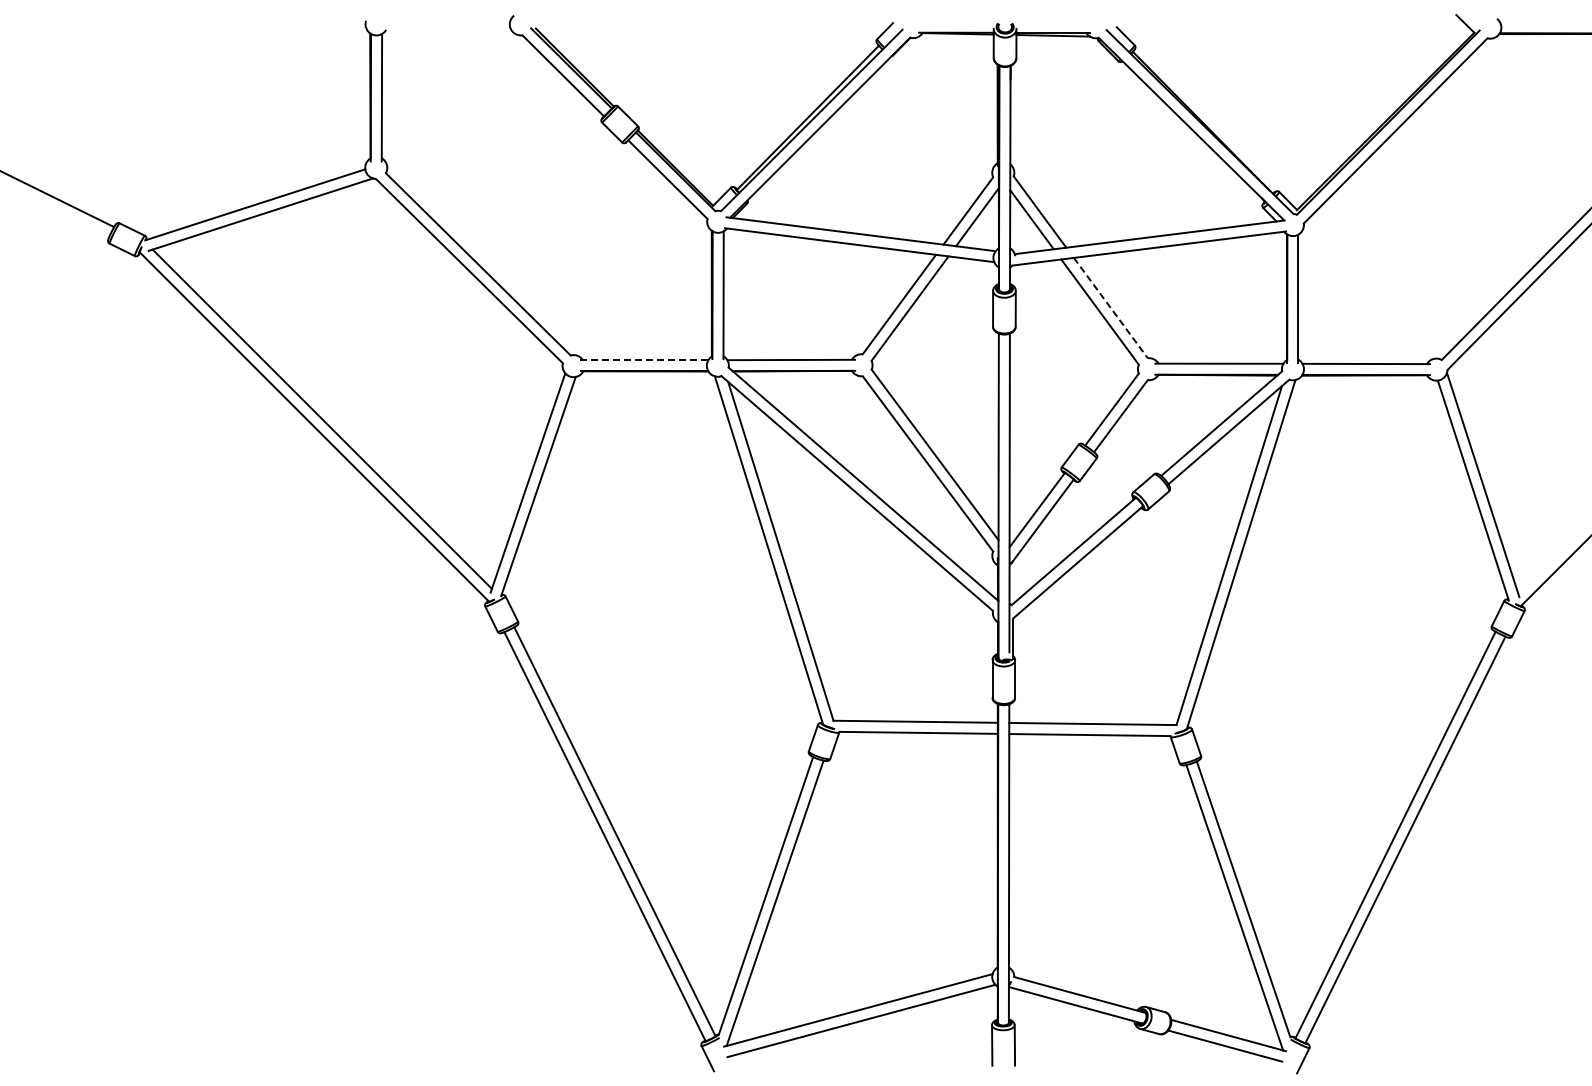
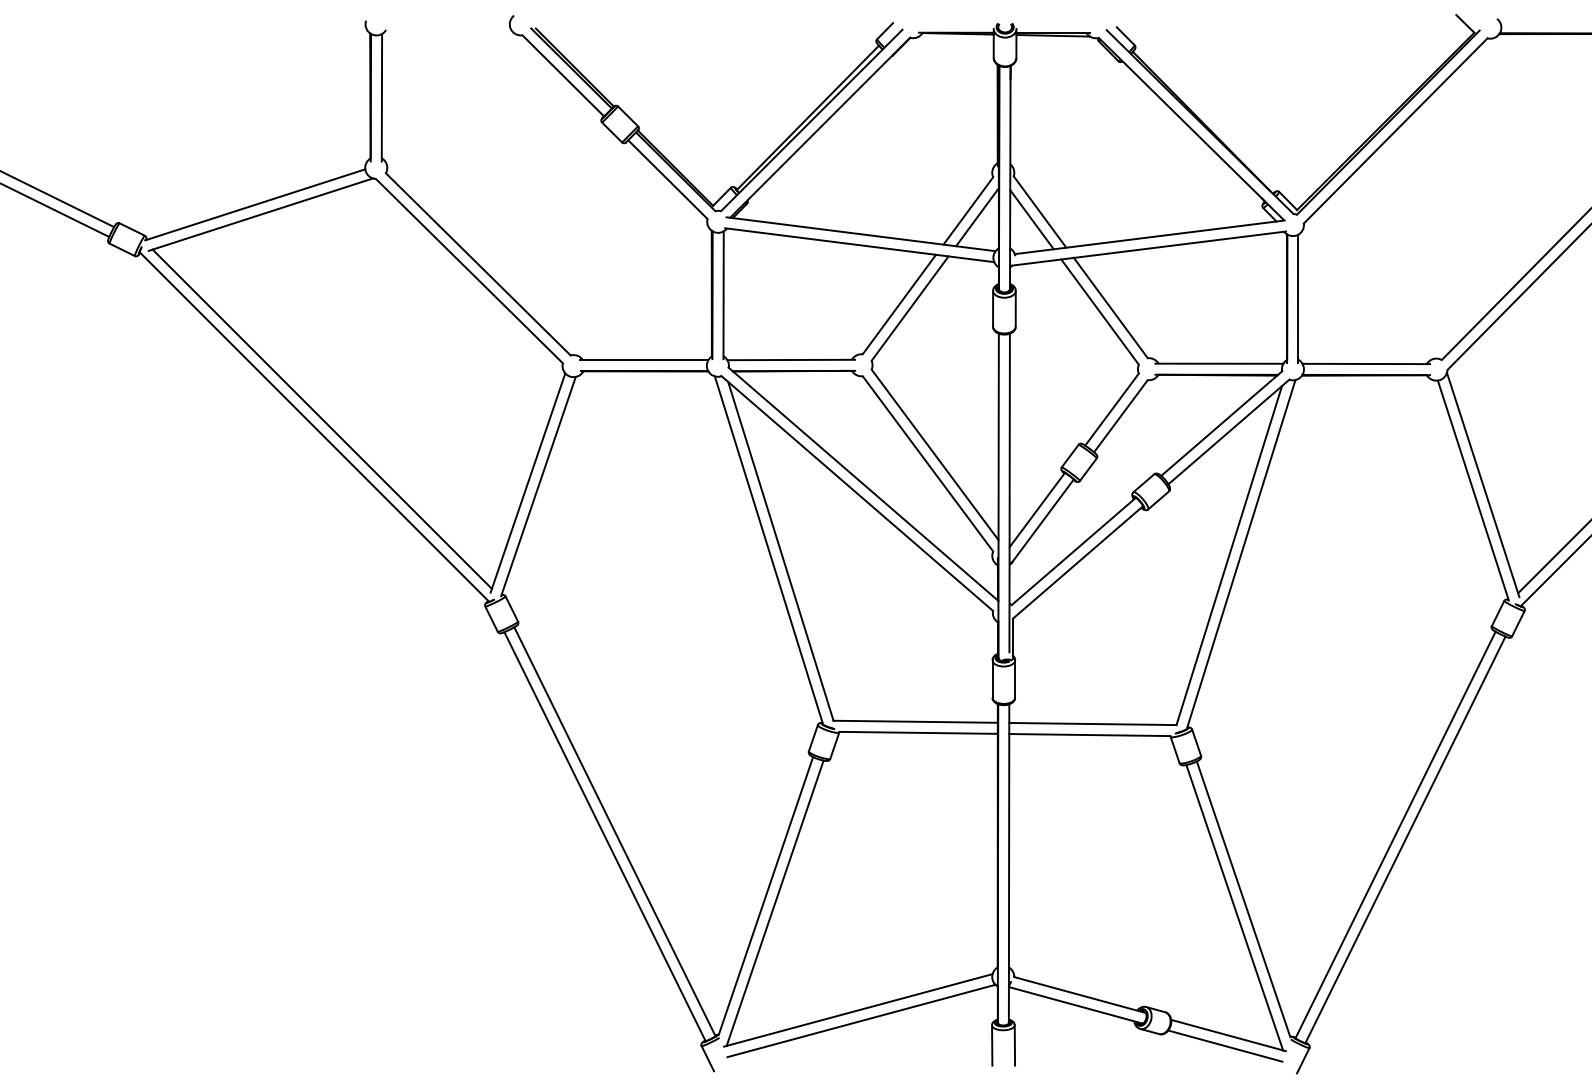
line at (55, 210): none -> present
line at (1111, 308): dashed -> solid
line at (643, 360): dashed -> solid
line at (1553, 557): none -> present
